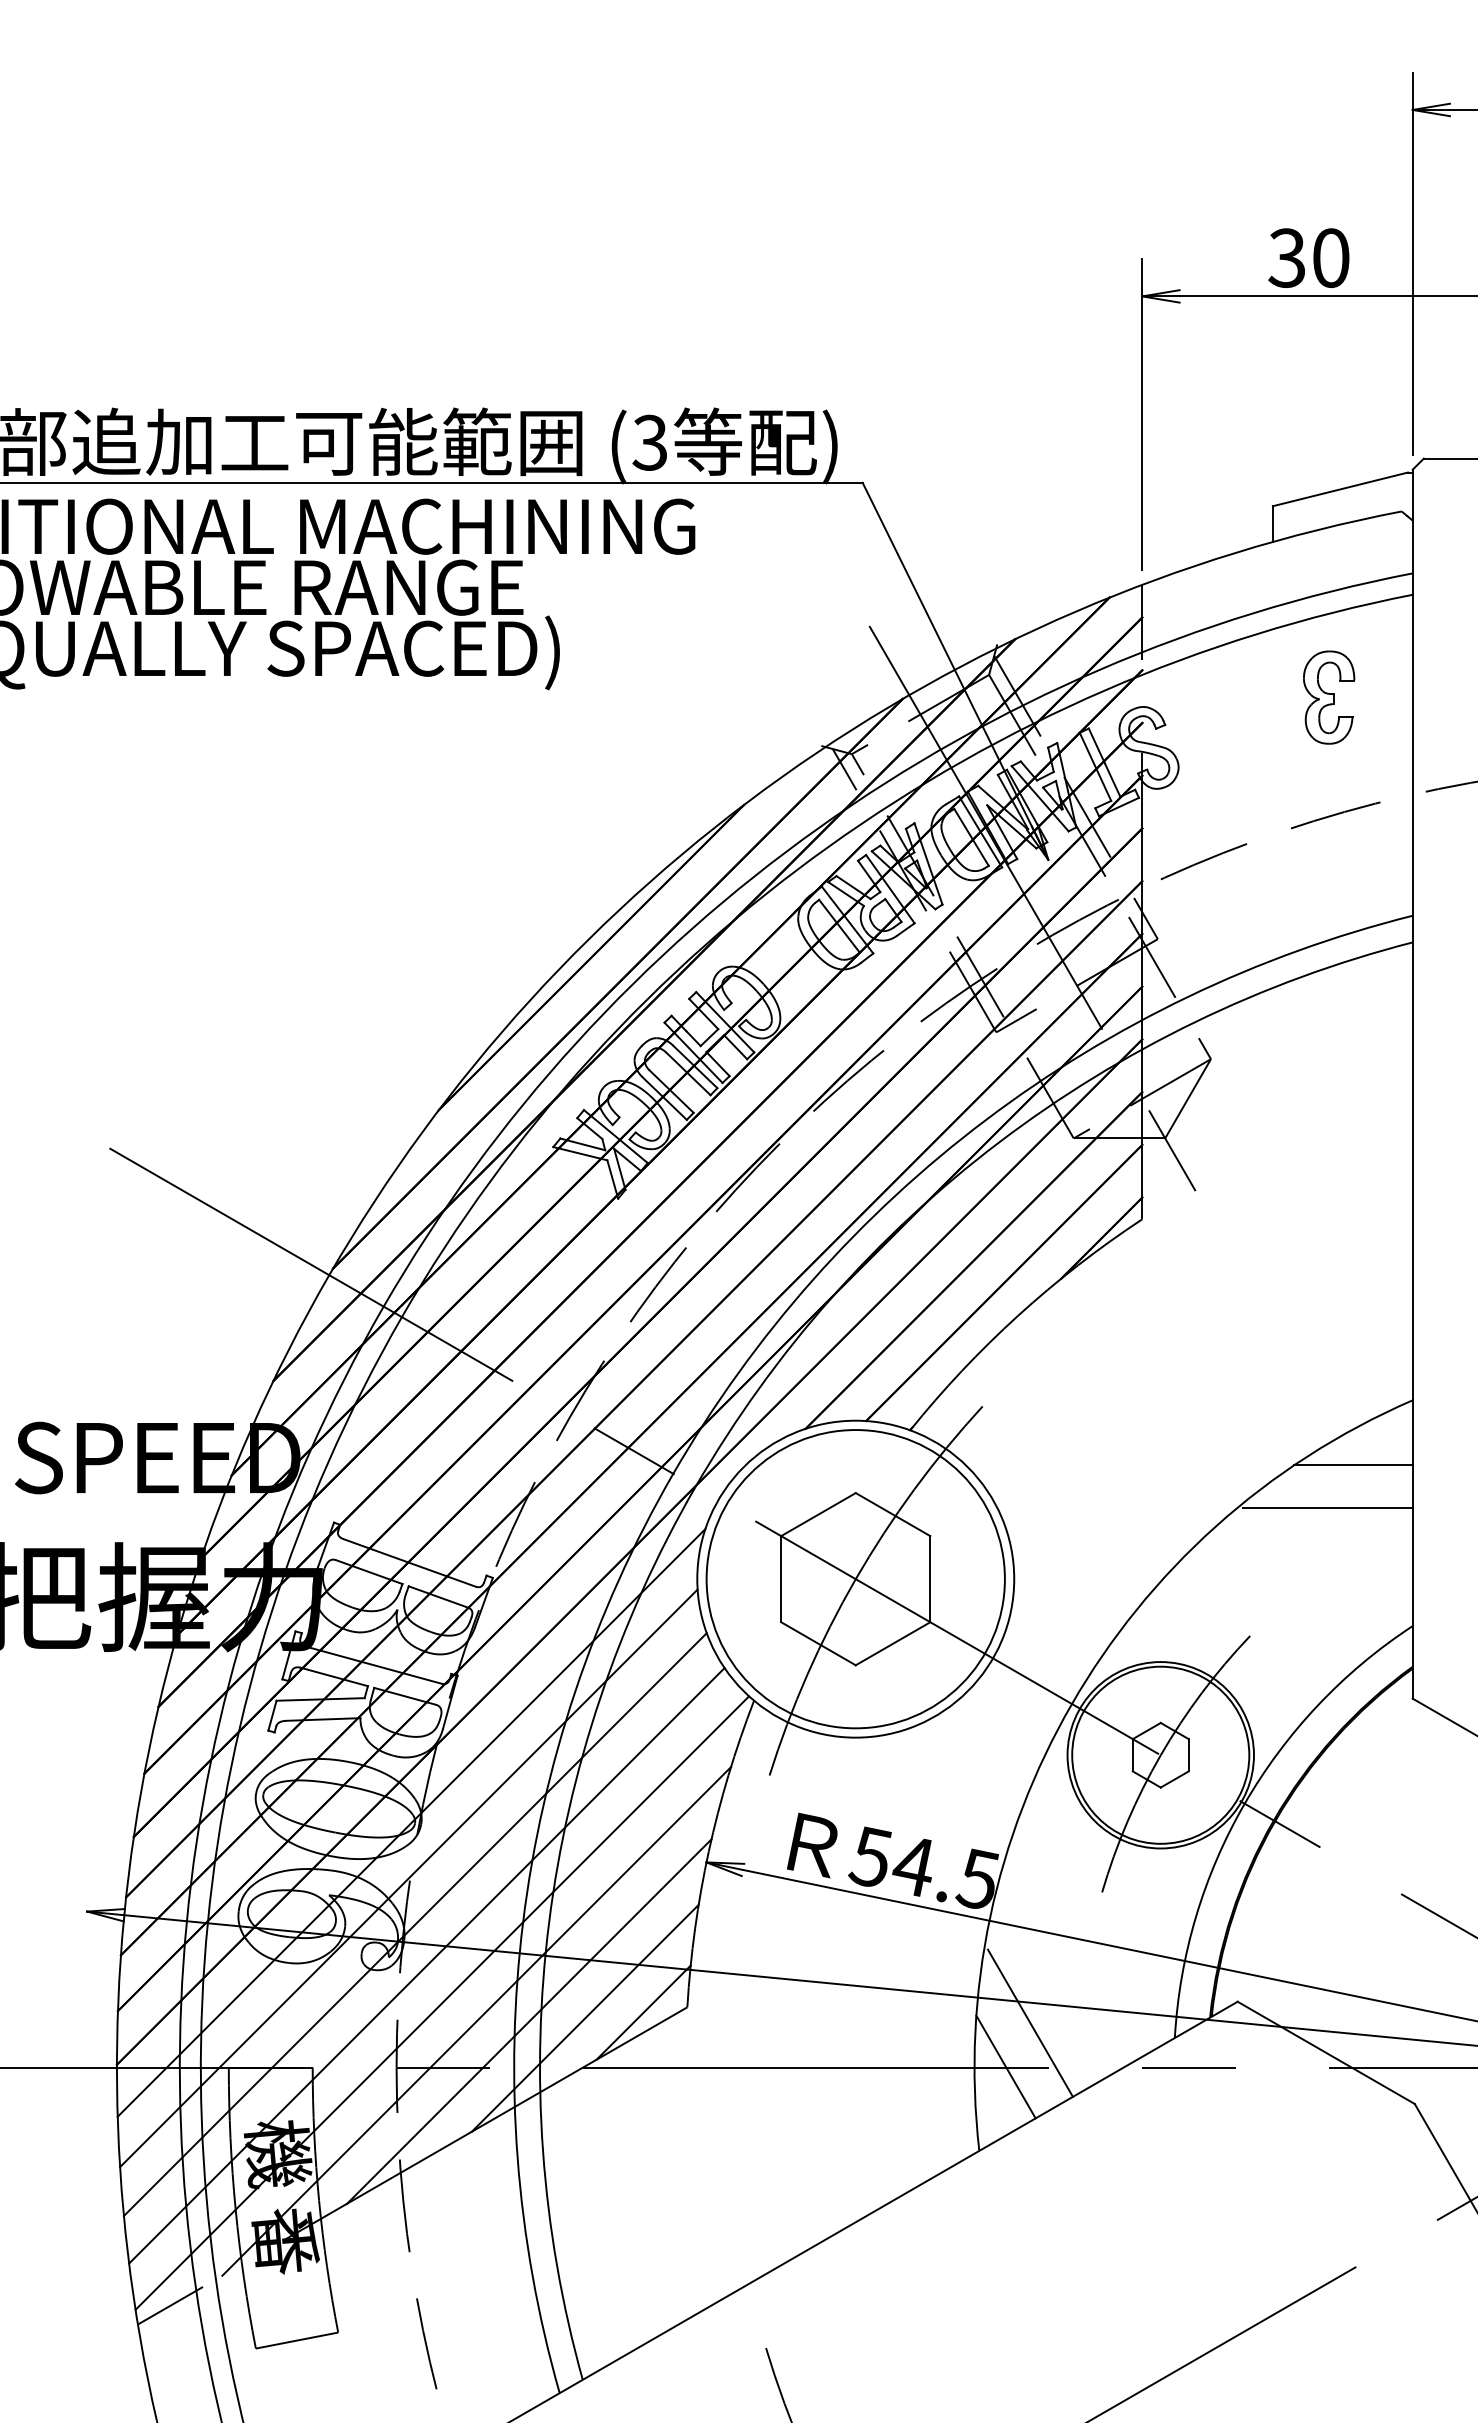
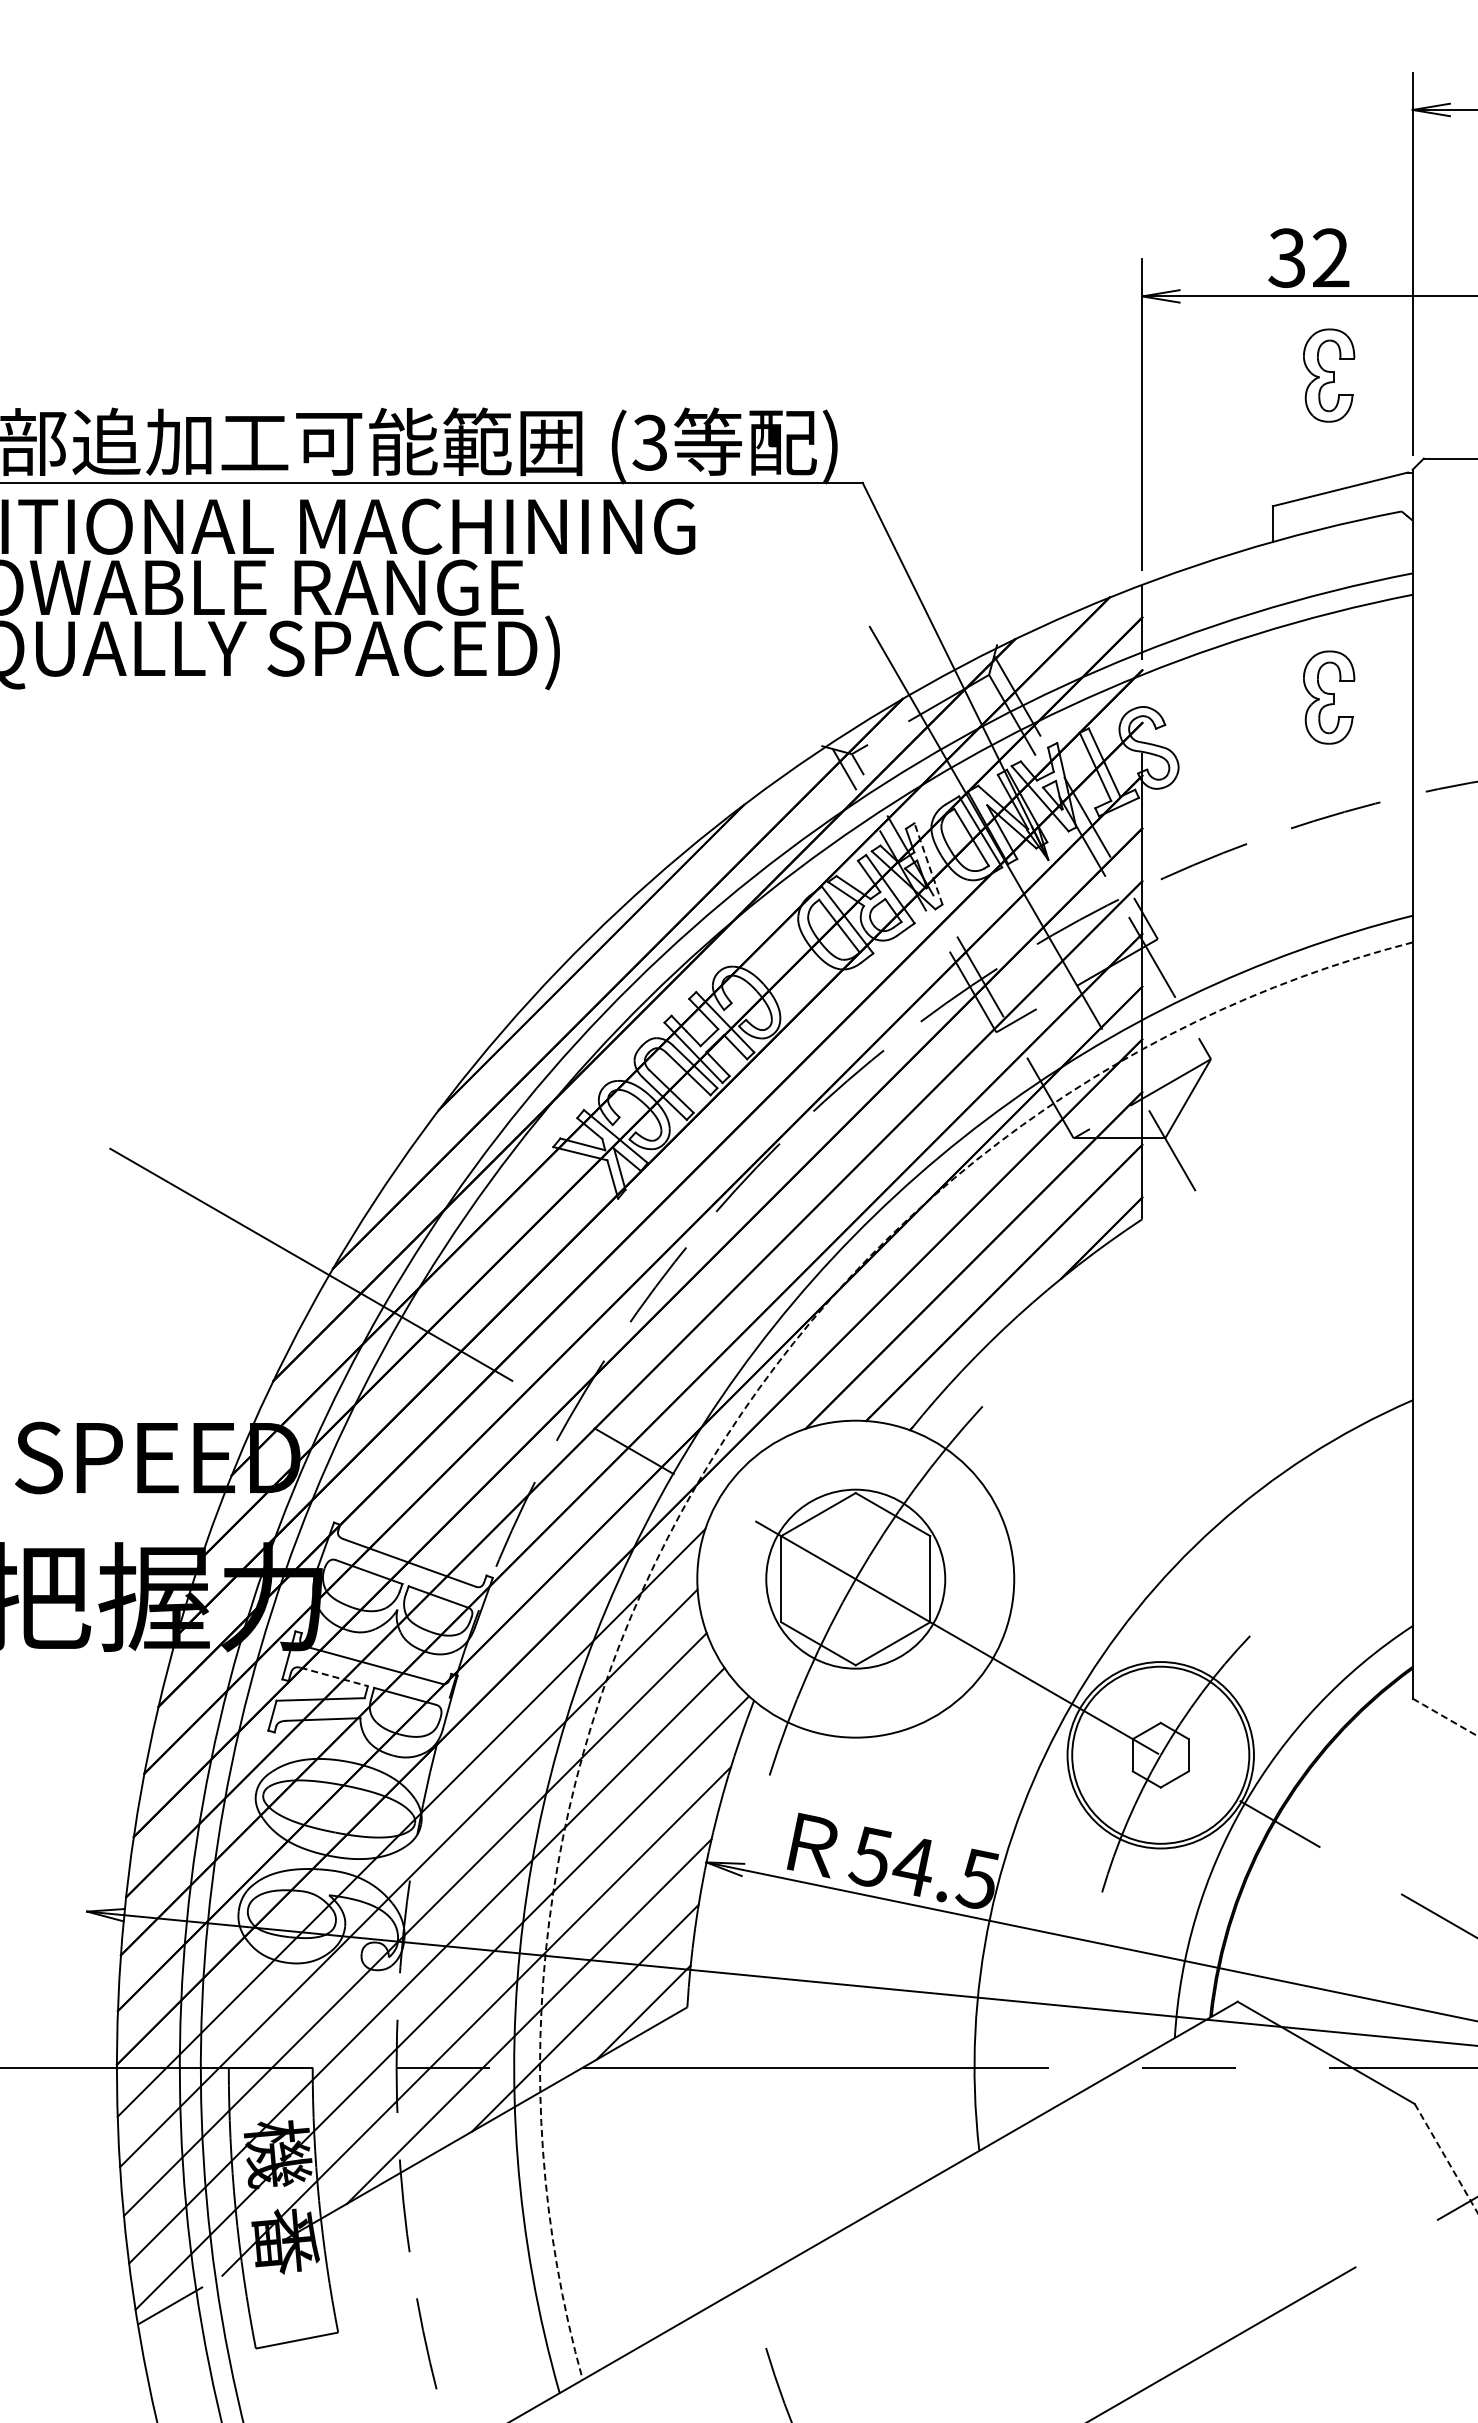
text at (1330, 257): 30 -> 32
part at (1329, 375): none -> present
line at (928, 863): solid -> dashed
line at (1353, 1465): present -> none
arc at (695, 1486): solid -> dashed
line at (1327, 1508): present -> none
circle at (855, 1579) diameter: 298 px -> 179 px
line at (334, 1676): solid -> dashed
line at (1445, 1717): solid -> dashed
line at (1029, 2022): present -> none
line at (1005, 2066): present -> none
line at (1446, 2158): solid -> dashed
